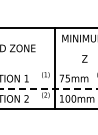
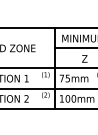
line at (74, 48): none -> present
line at (48, 68): none -> present
line at (49, 88): dashed -> solid
